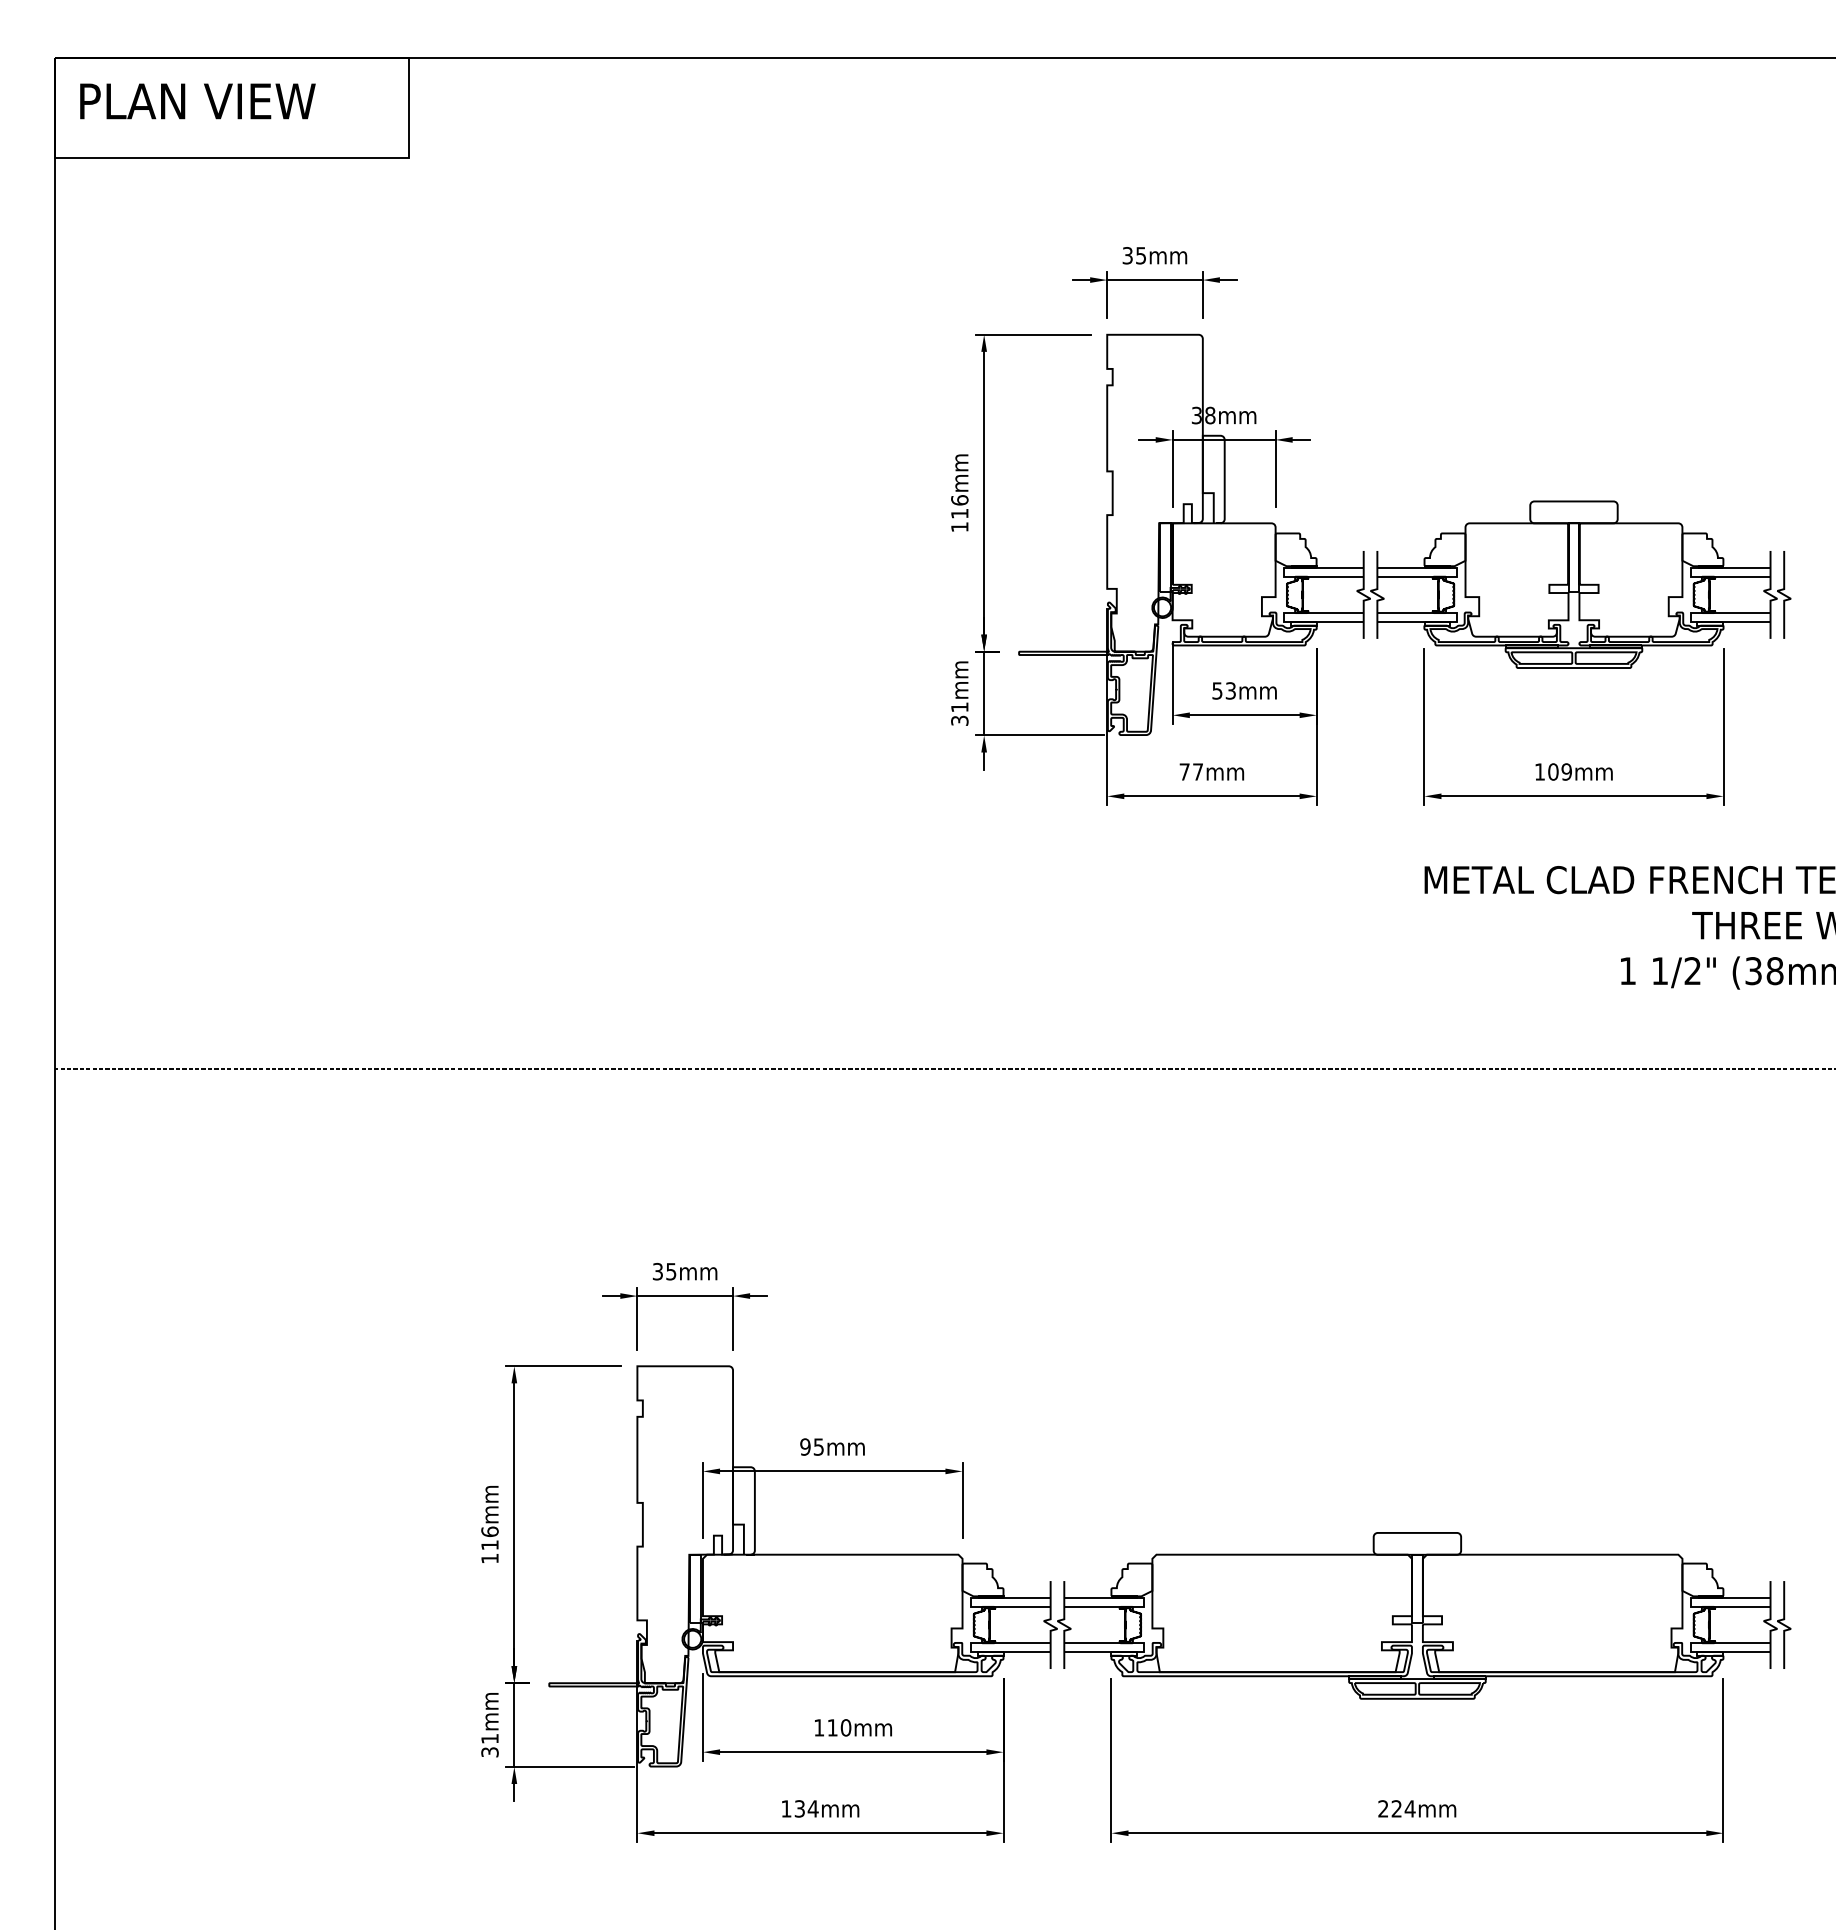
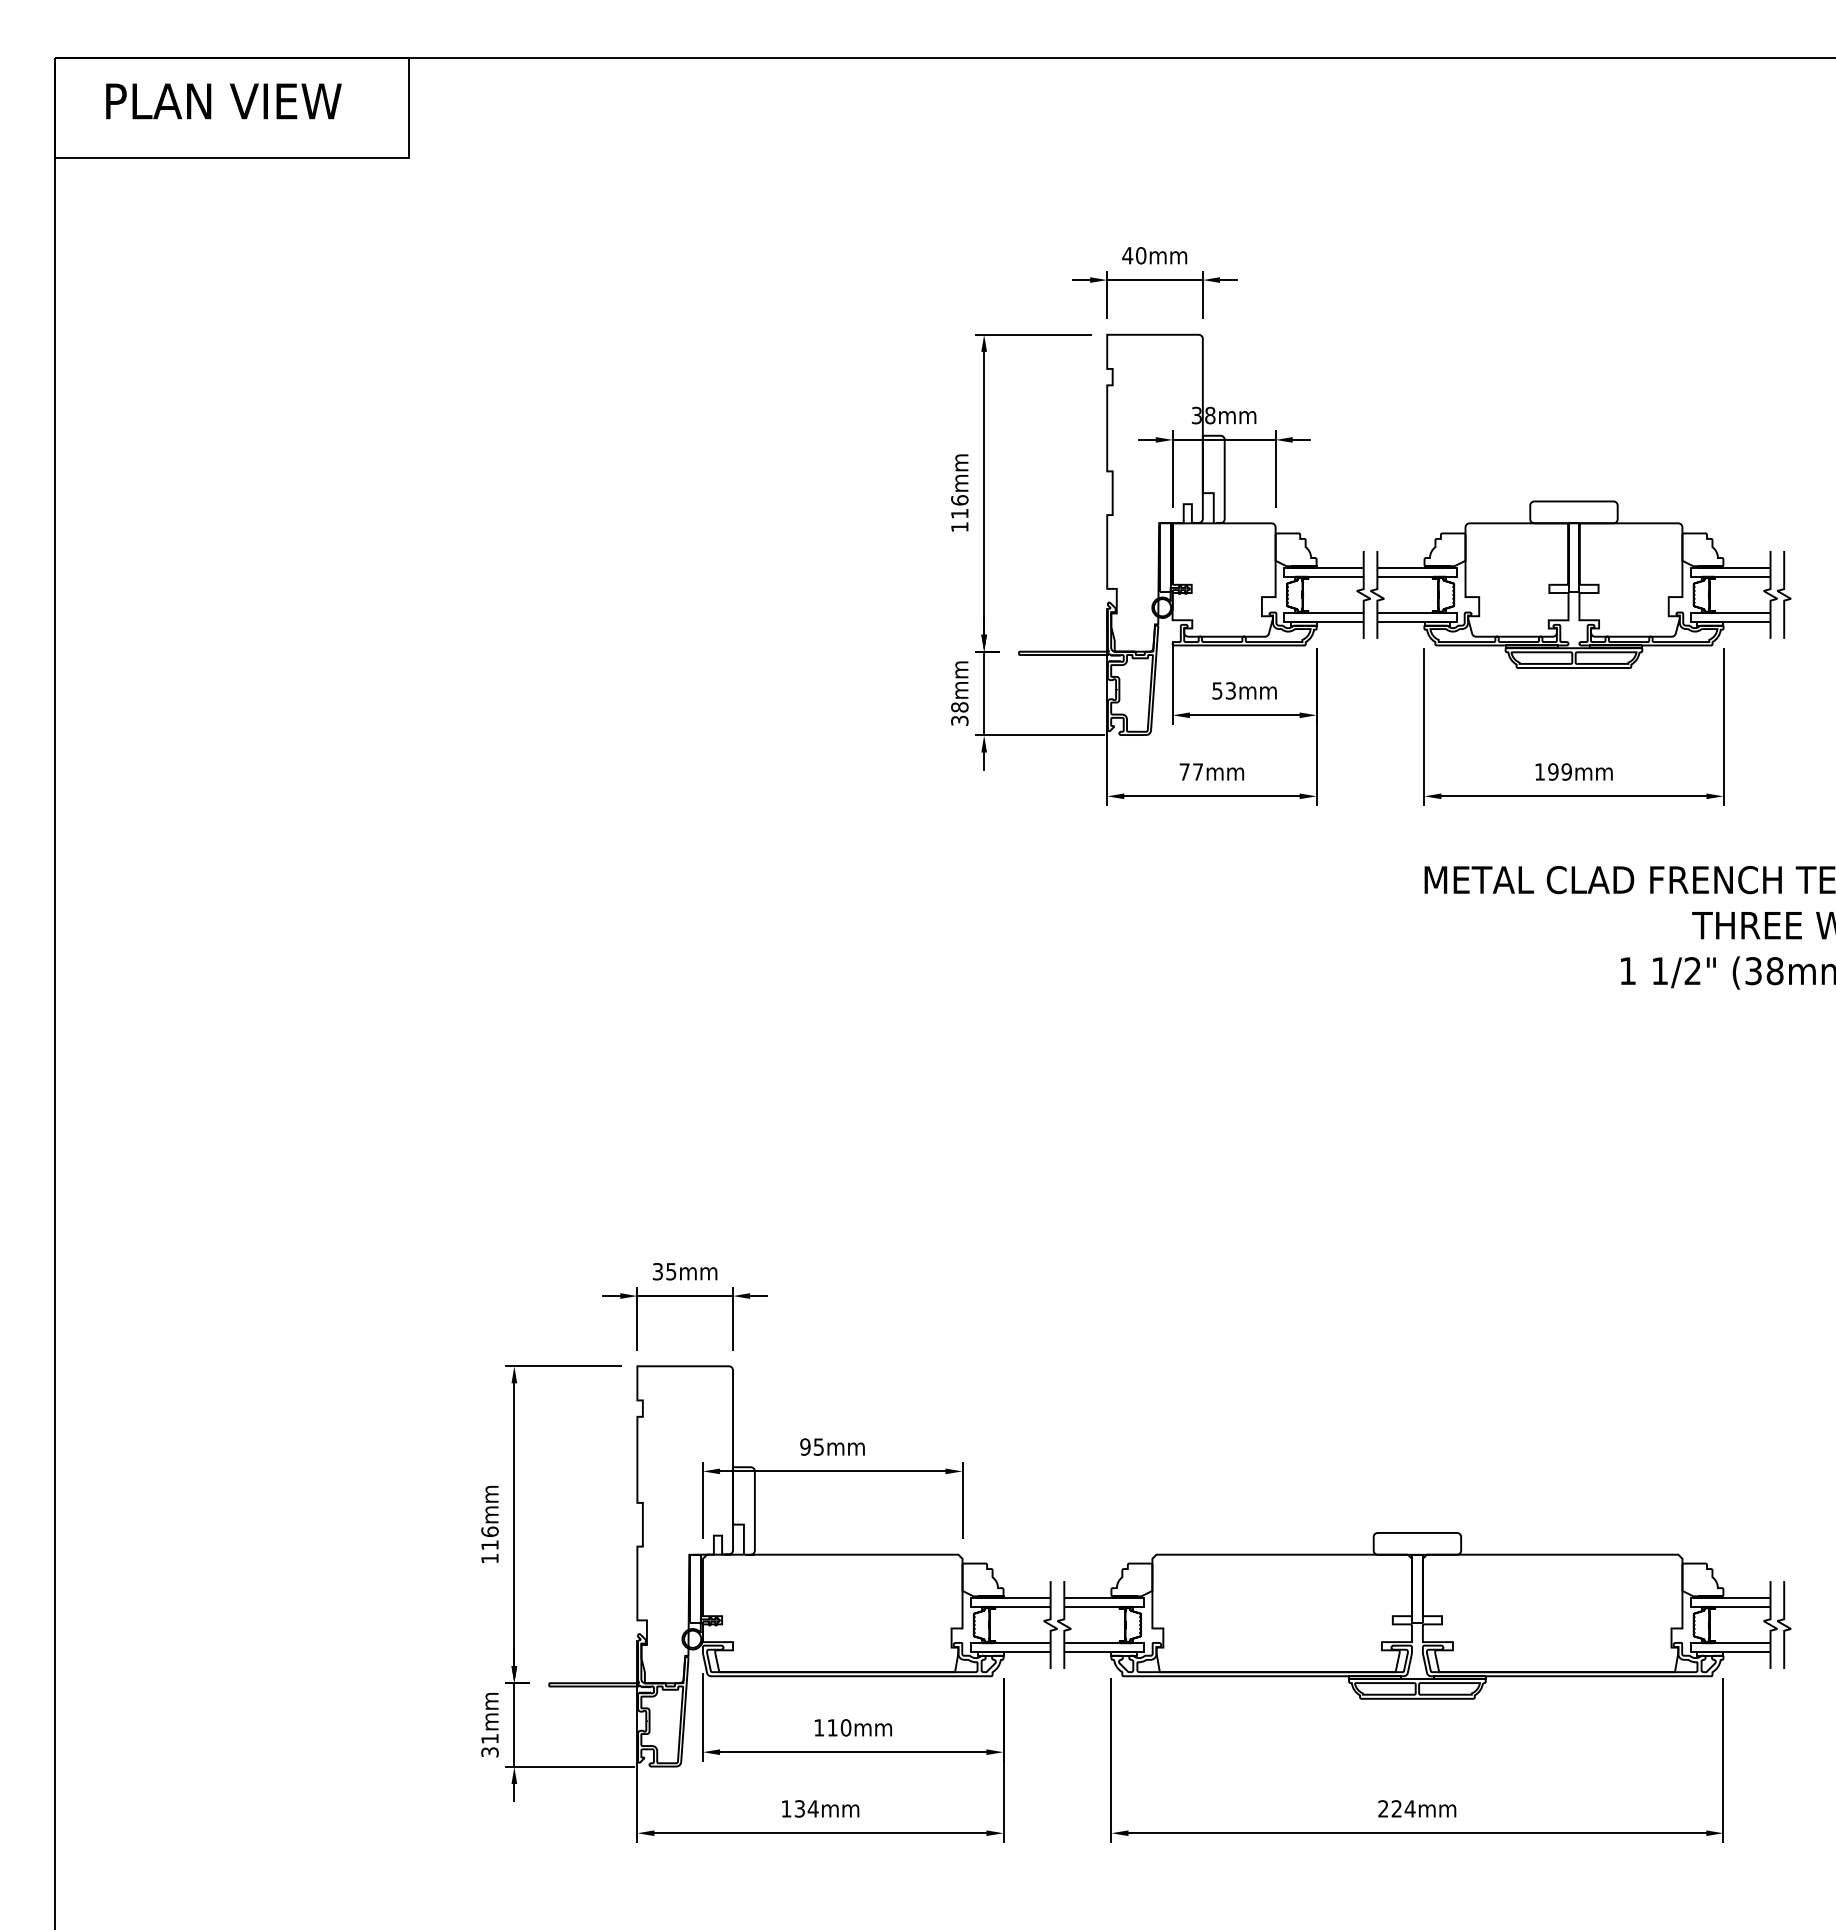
text at (197, 101) position: (197, 101) -> (223, 101)
text at (1134, 255): 35mm -> 40mm
text at (959, 707): 31mm -> 38mm
text at (1553, 771): 109mm -> 199mm
line at (943, 1068): present -> none
